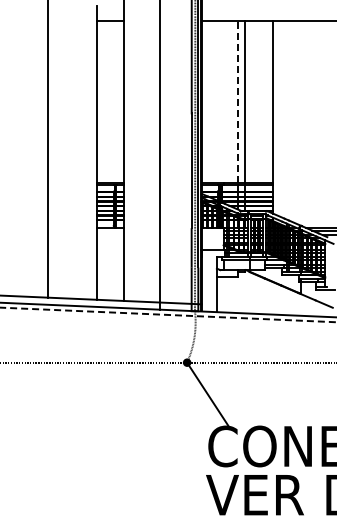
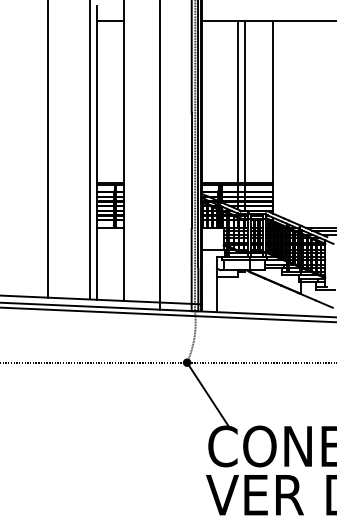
line at (237, 101): dashed -> solid
line at (89, 150): none -> present
line at (168, 314): dashed -> solid
